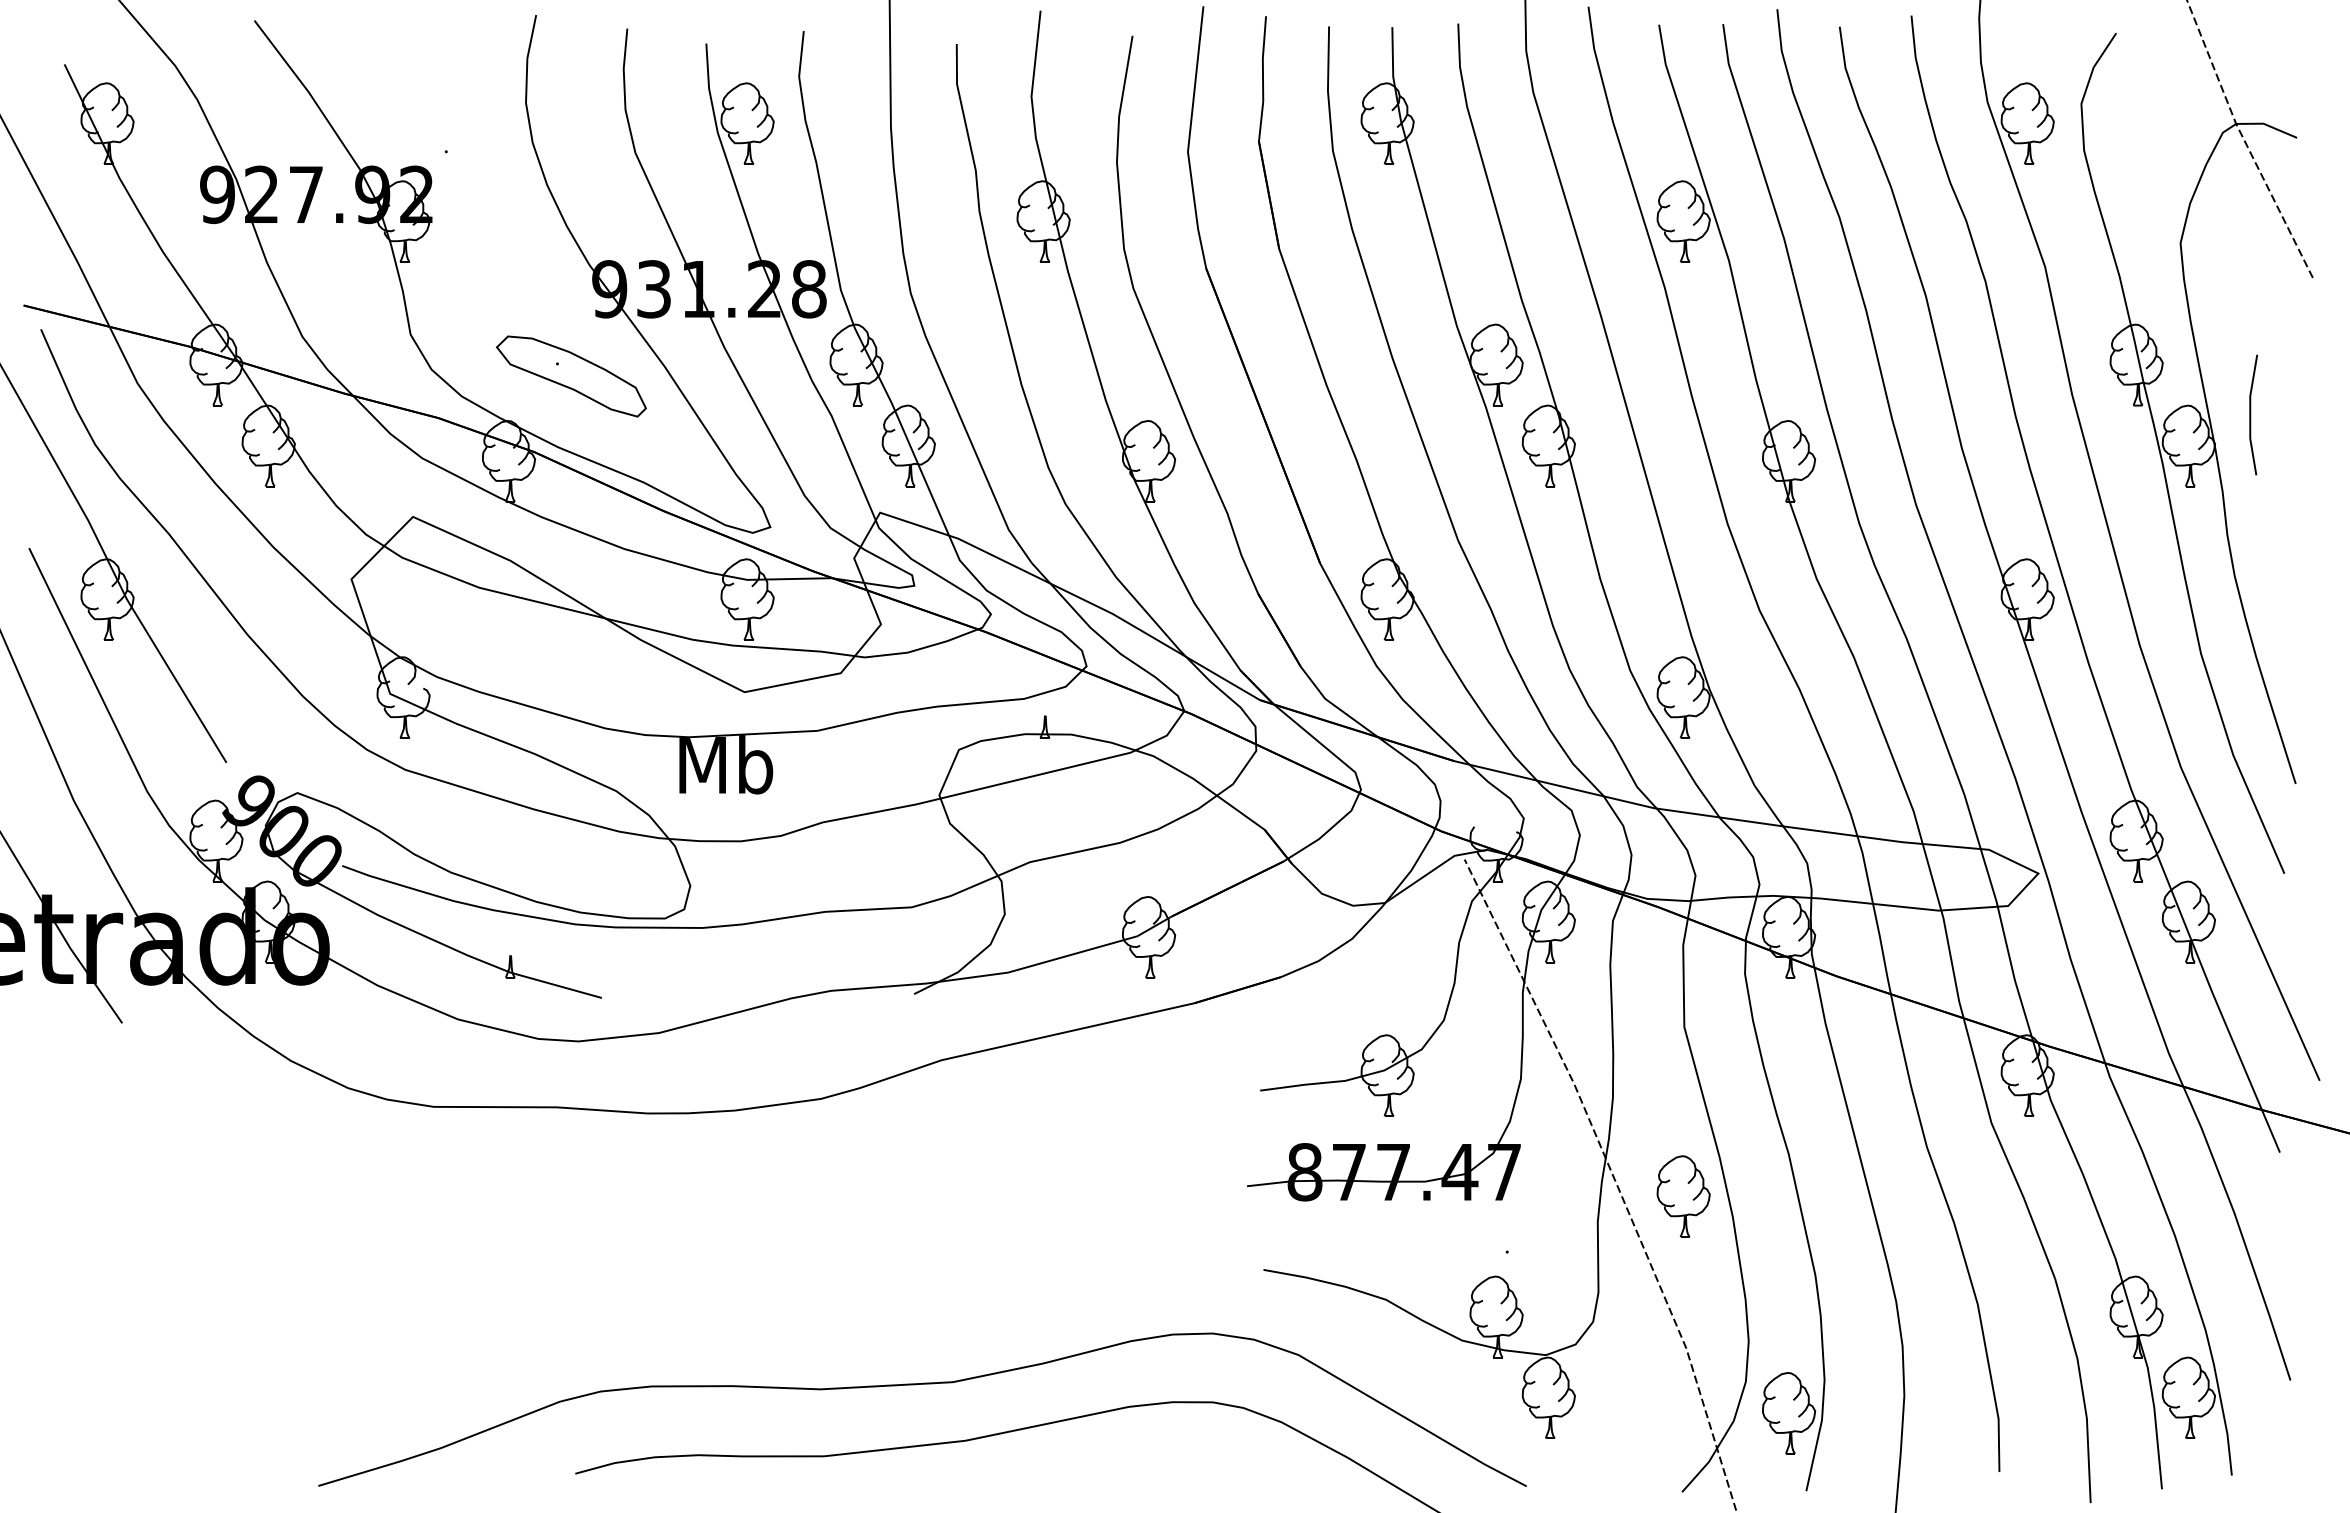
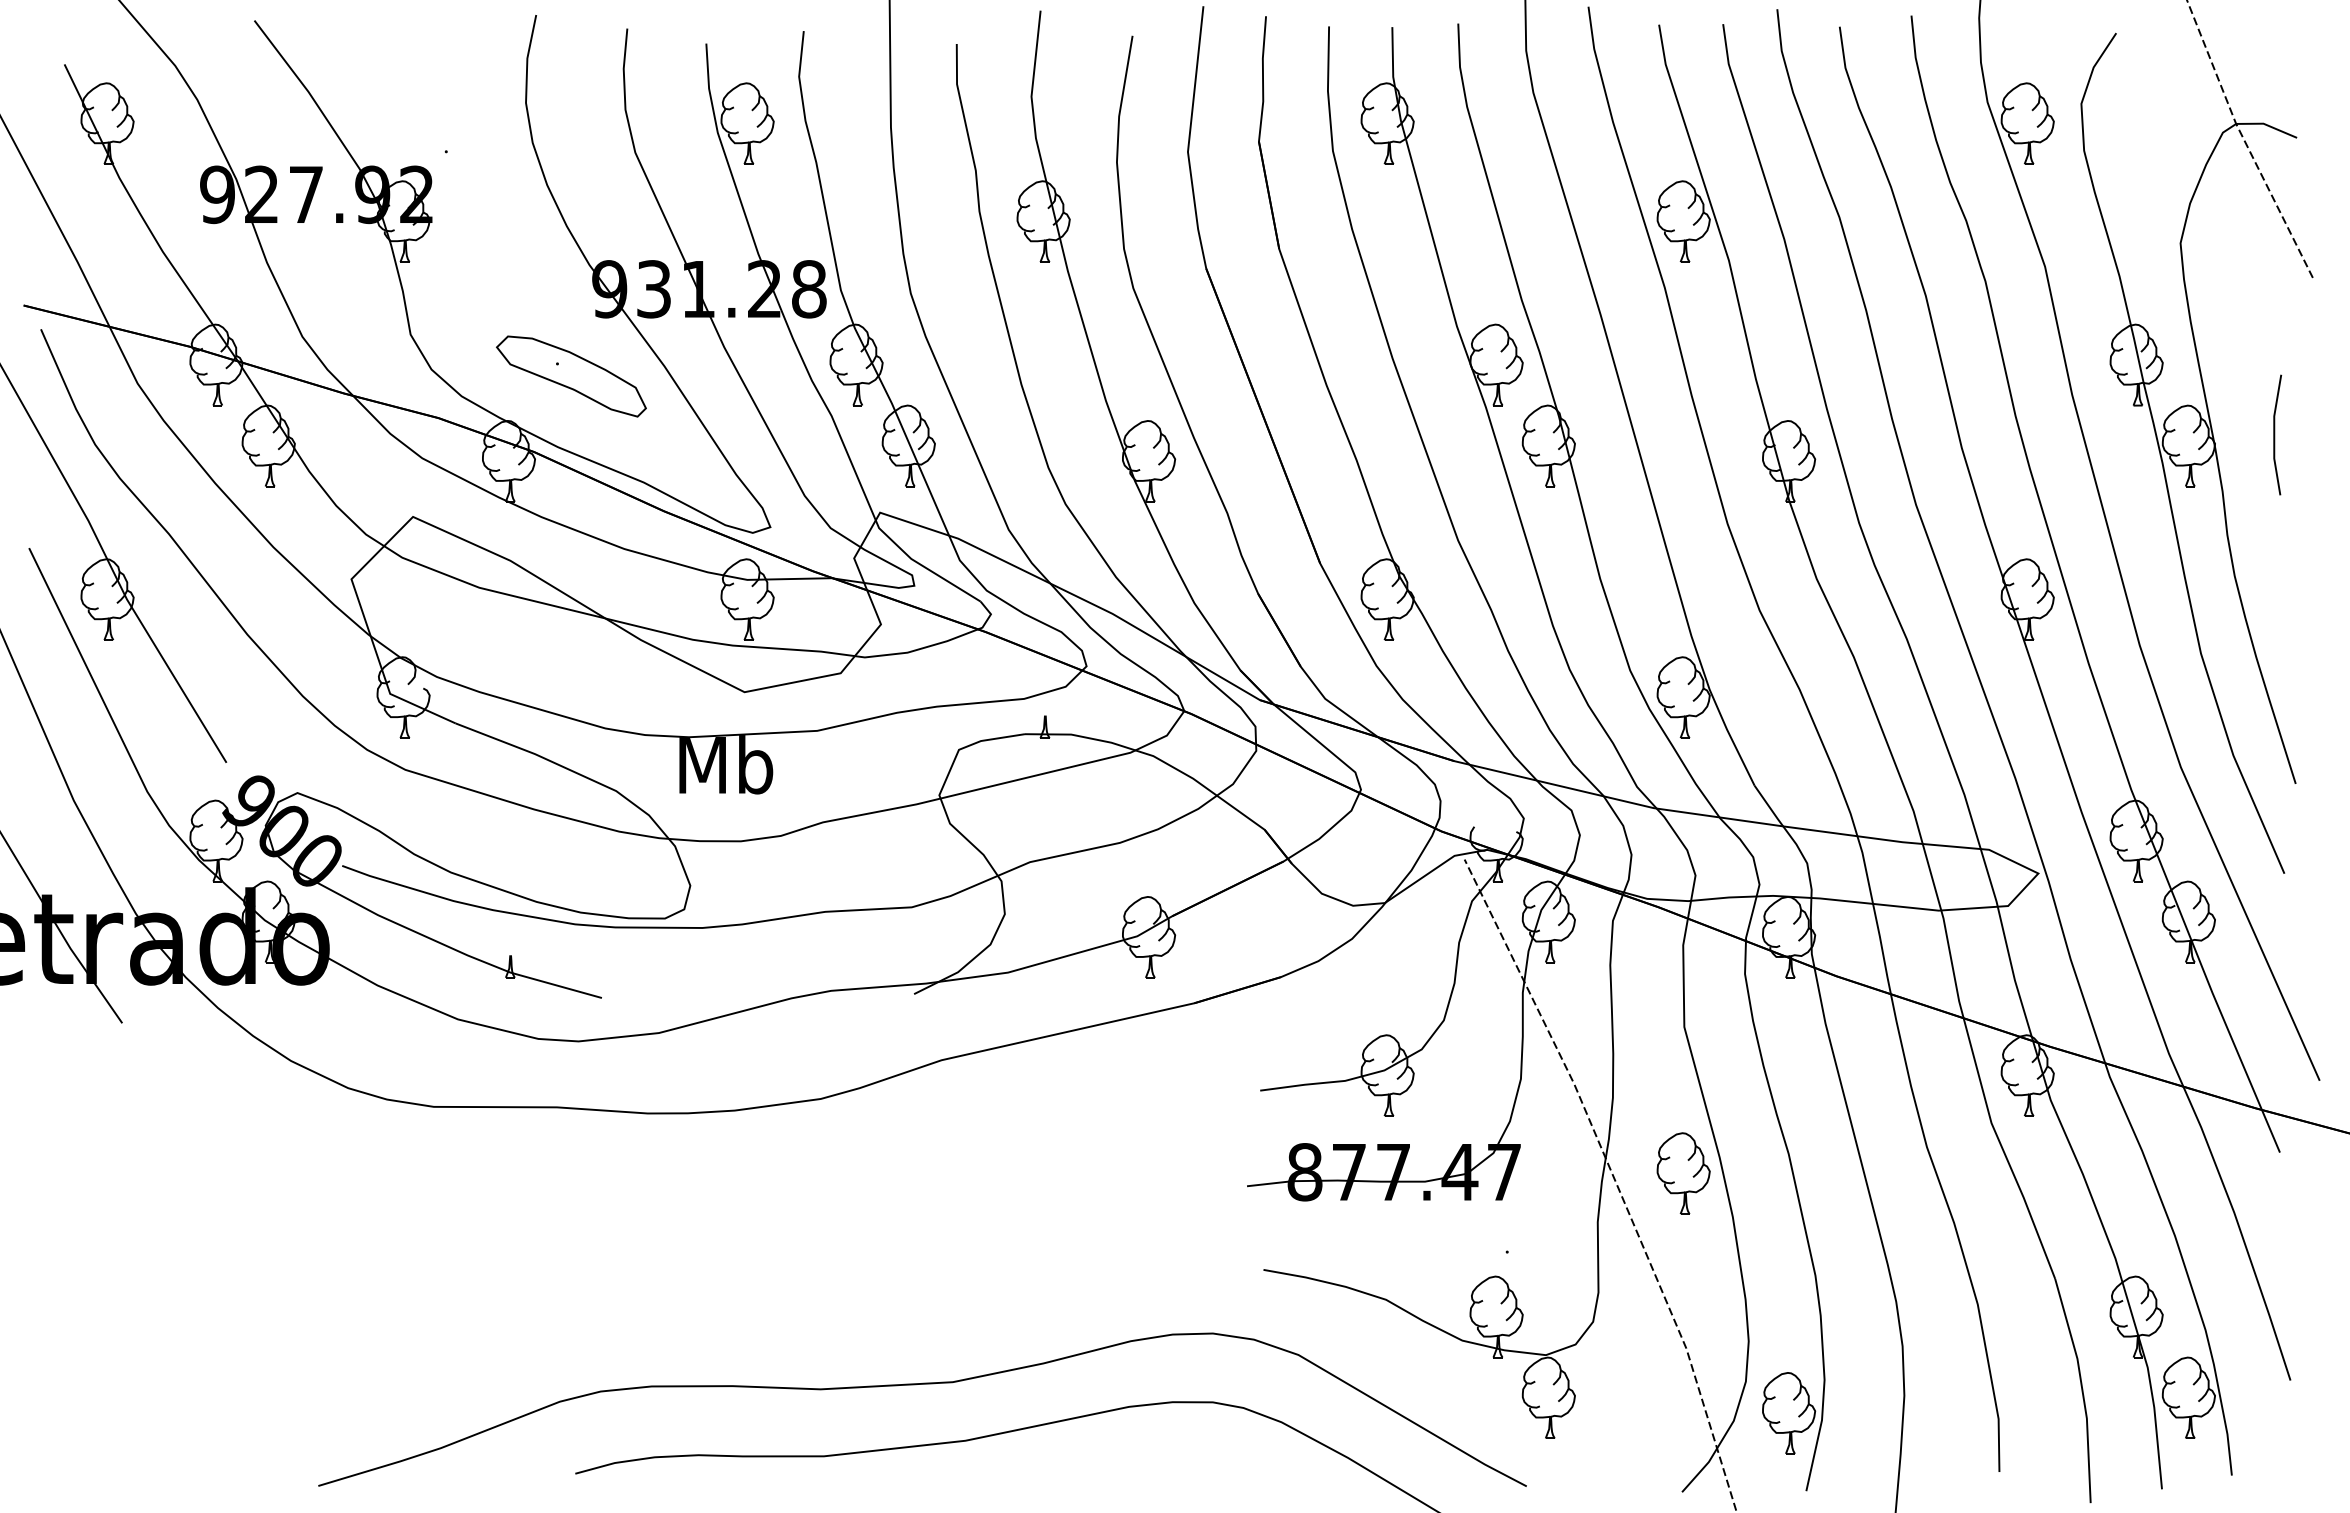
line at (2251, 414) position: (2251, 414) -> (2275, 434)
part at (1683, 1196) position: (1683, 1196) -> (1683, 1173)
